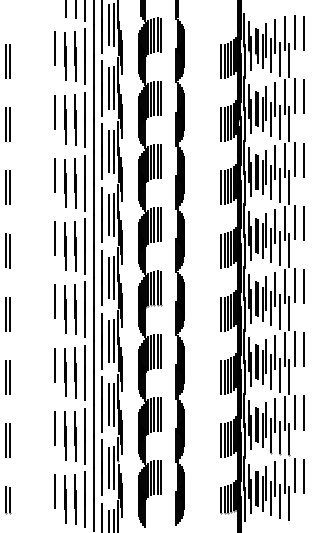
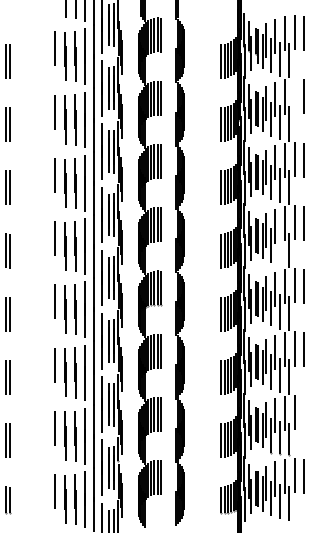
line at (294, 95): present -> none
line at (279, 248): present -> none
line at (303, 412): present -> none
